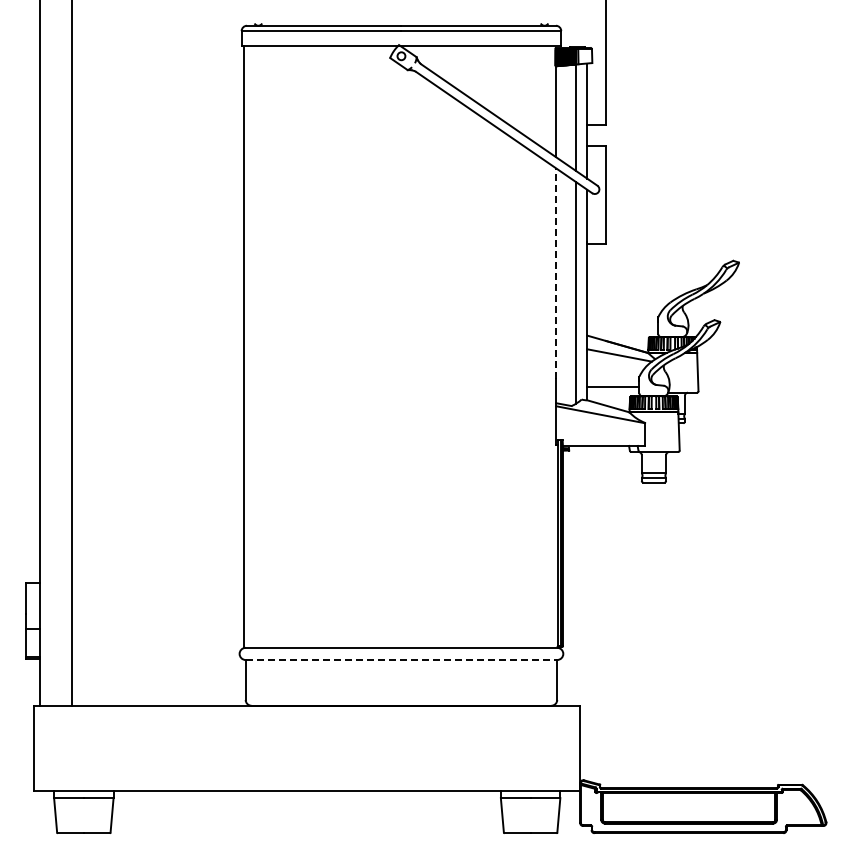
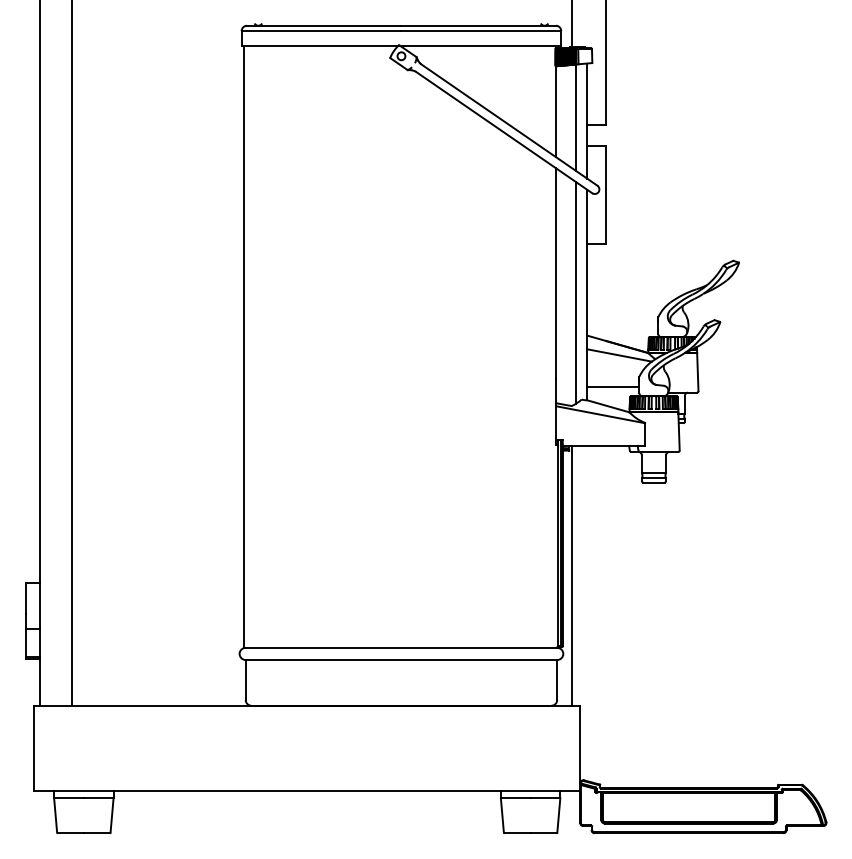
line at (572, 24): none -> present
line at (556, 273): dashed -> solid
line at (572, 575): none -> present
line at (401, 660): dashed -> solid
